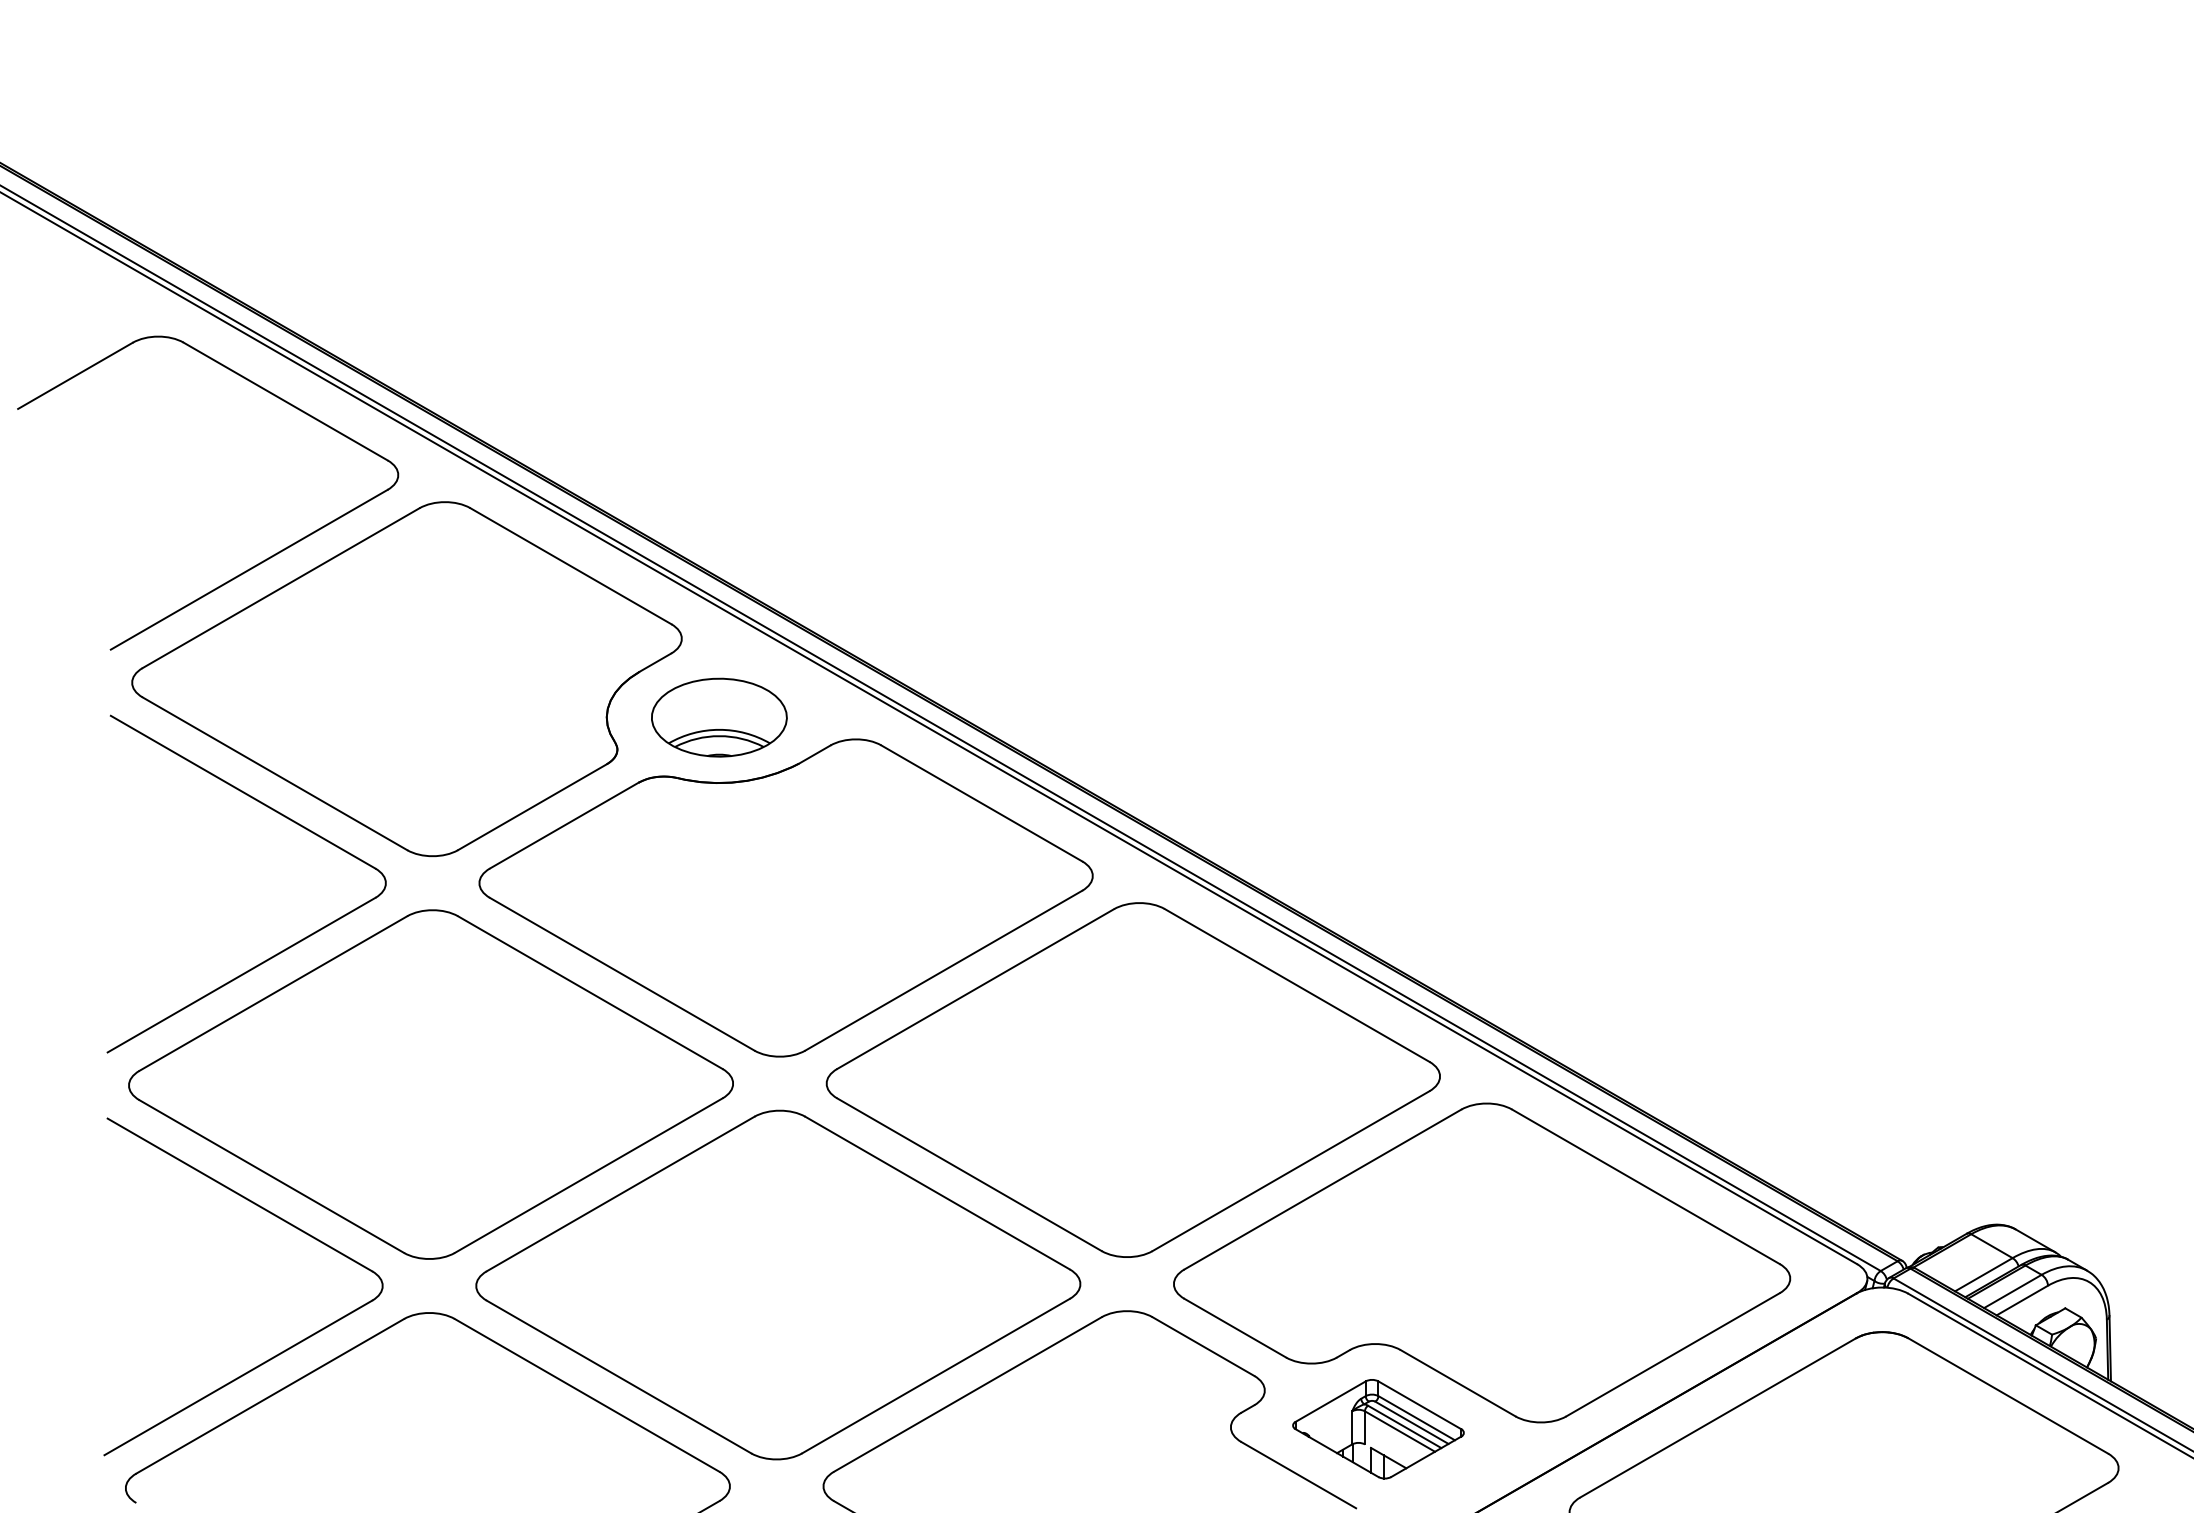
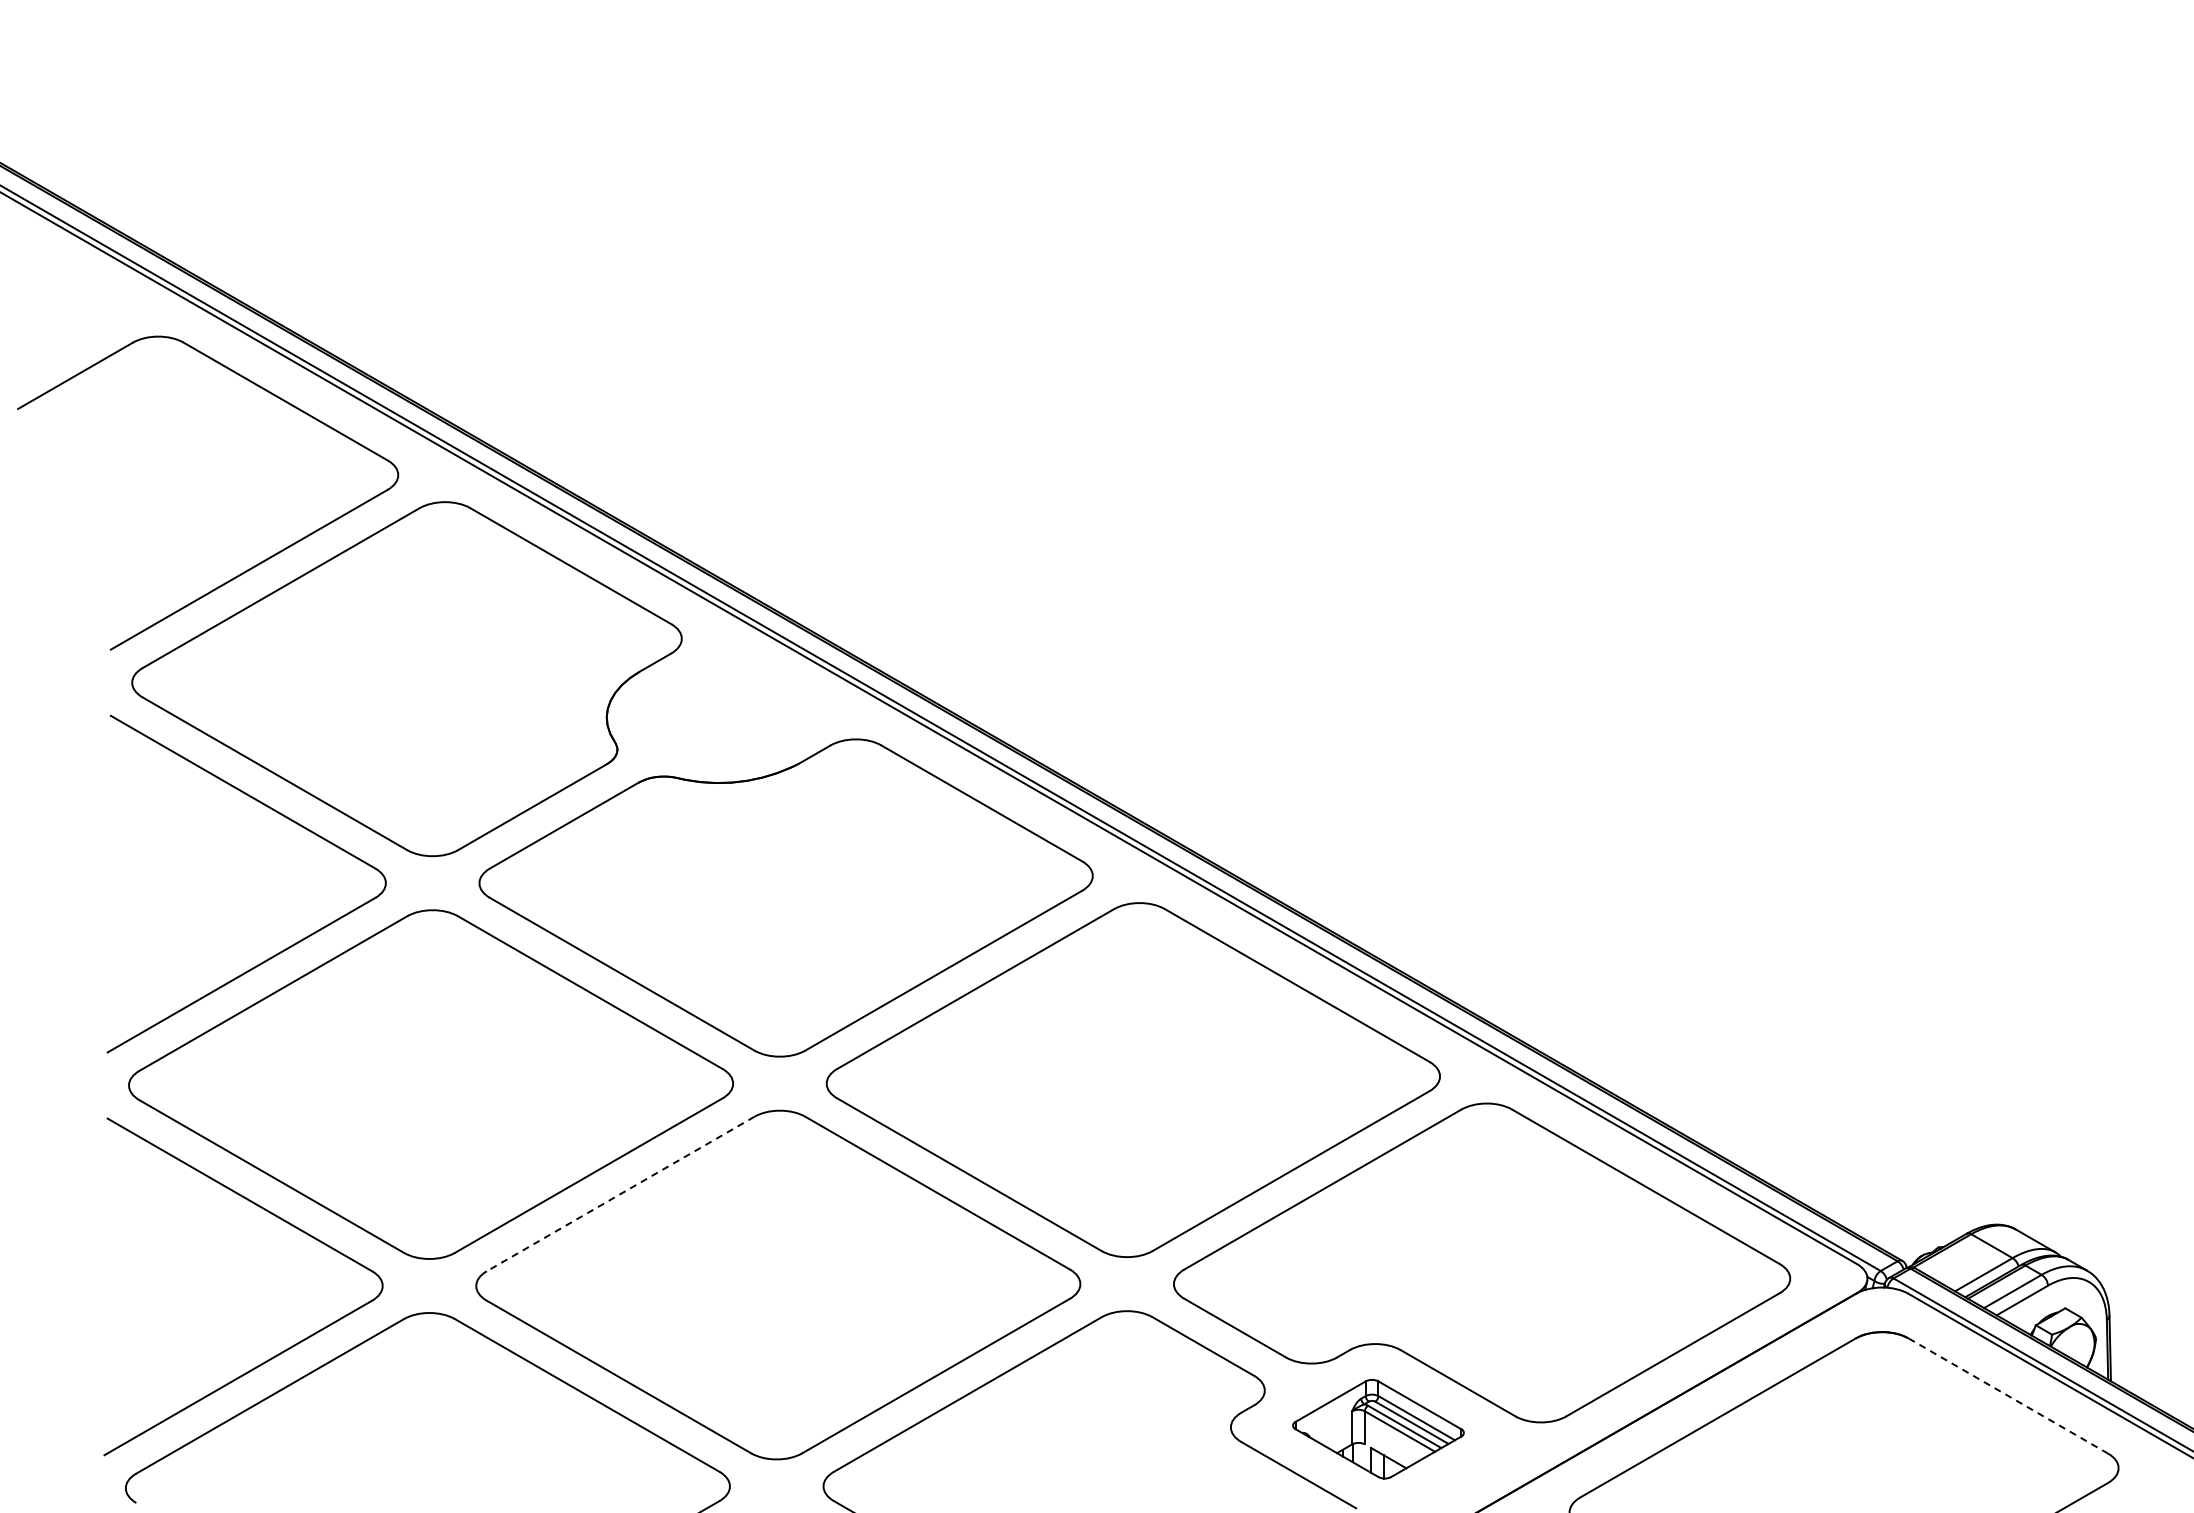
part at (719, 717): present -> none
line at (620, 1194): solid -> dashed
line at (2007, 1395): solid -> dashed
